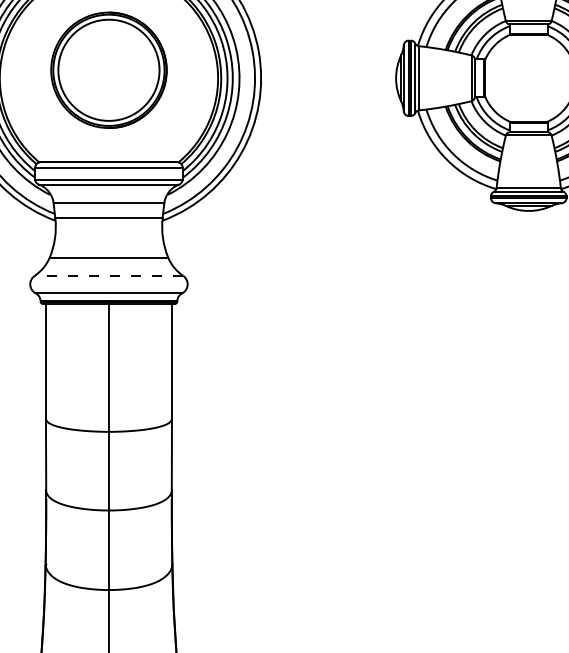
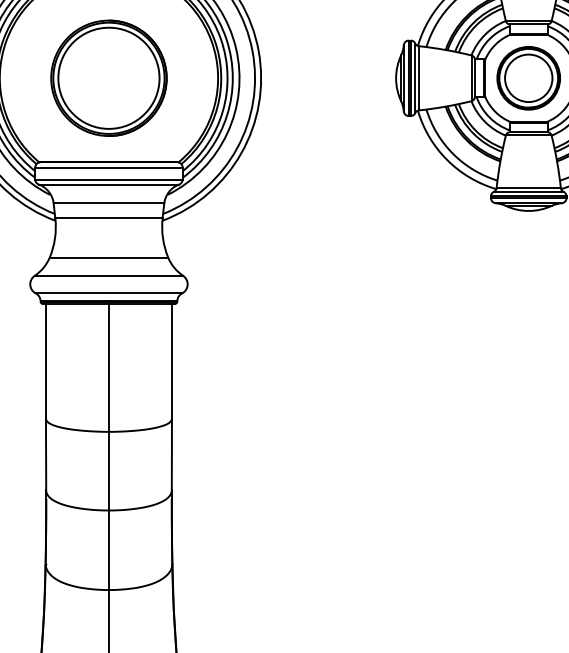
part at (108, 69) position: (108, 69) -> (108, 77)
part at (528, 78): none -> present
line at (108, 275): dashed -> solid
